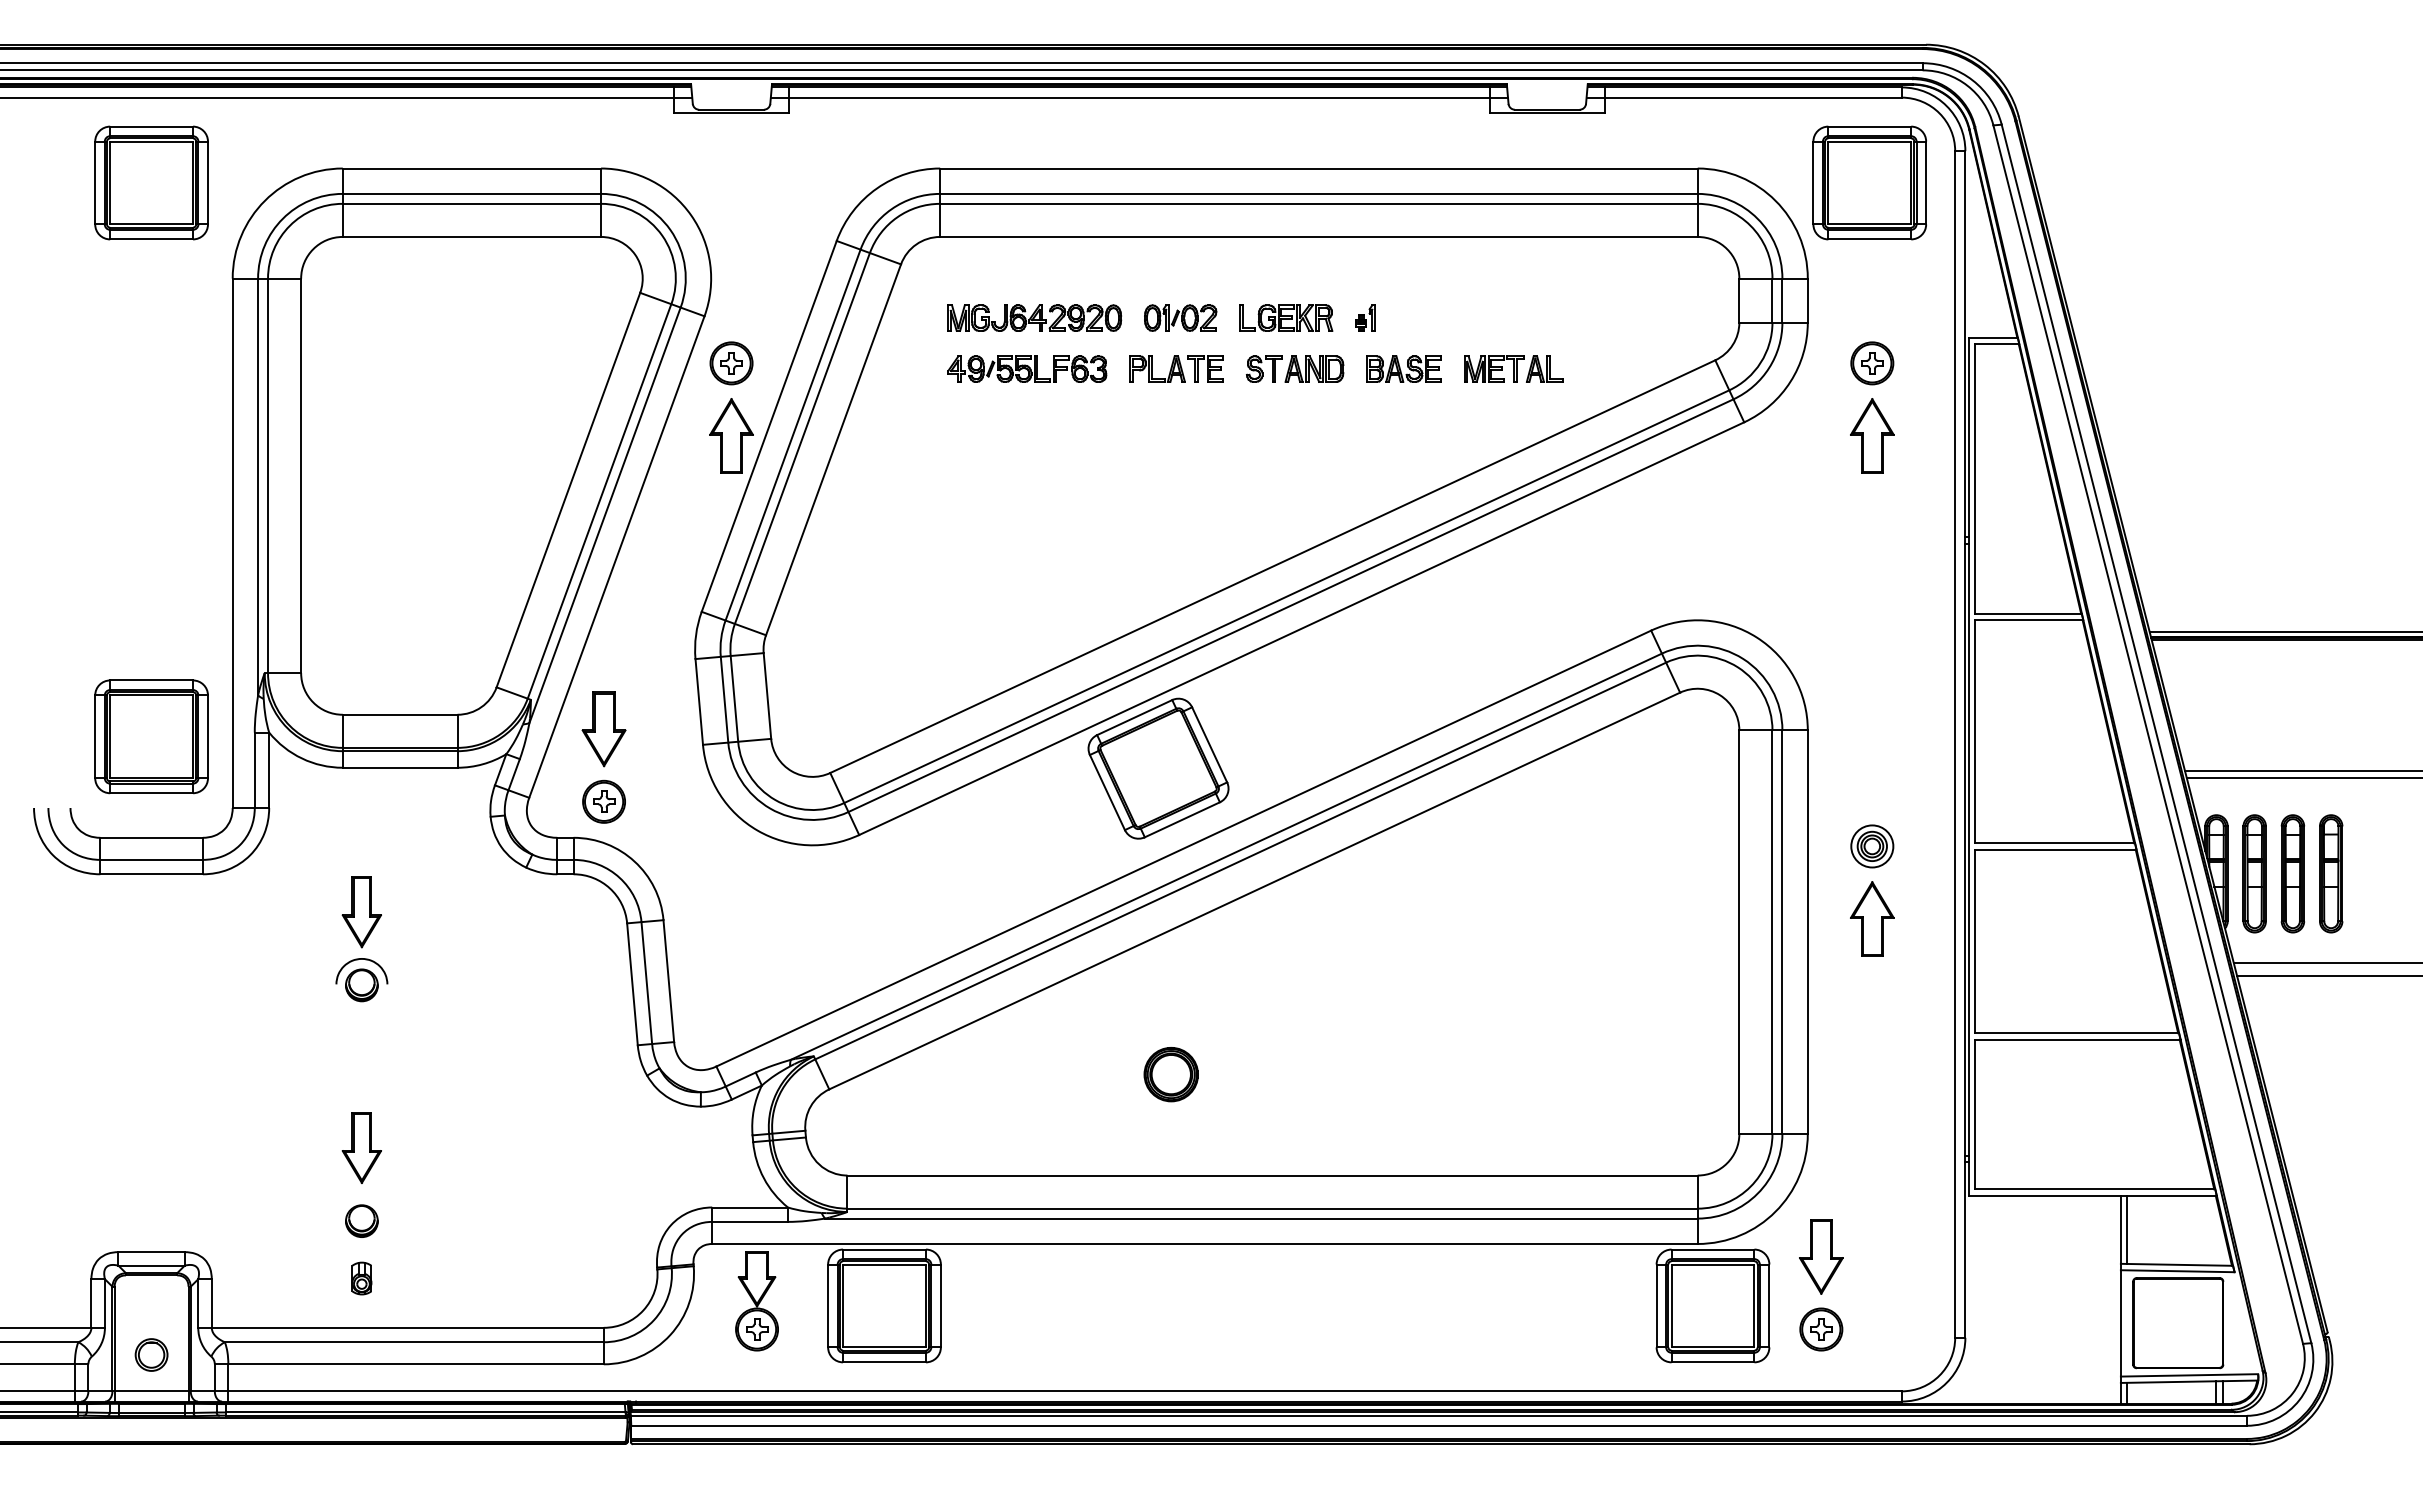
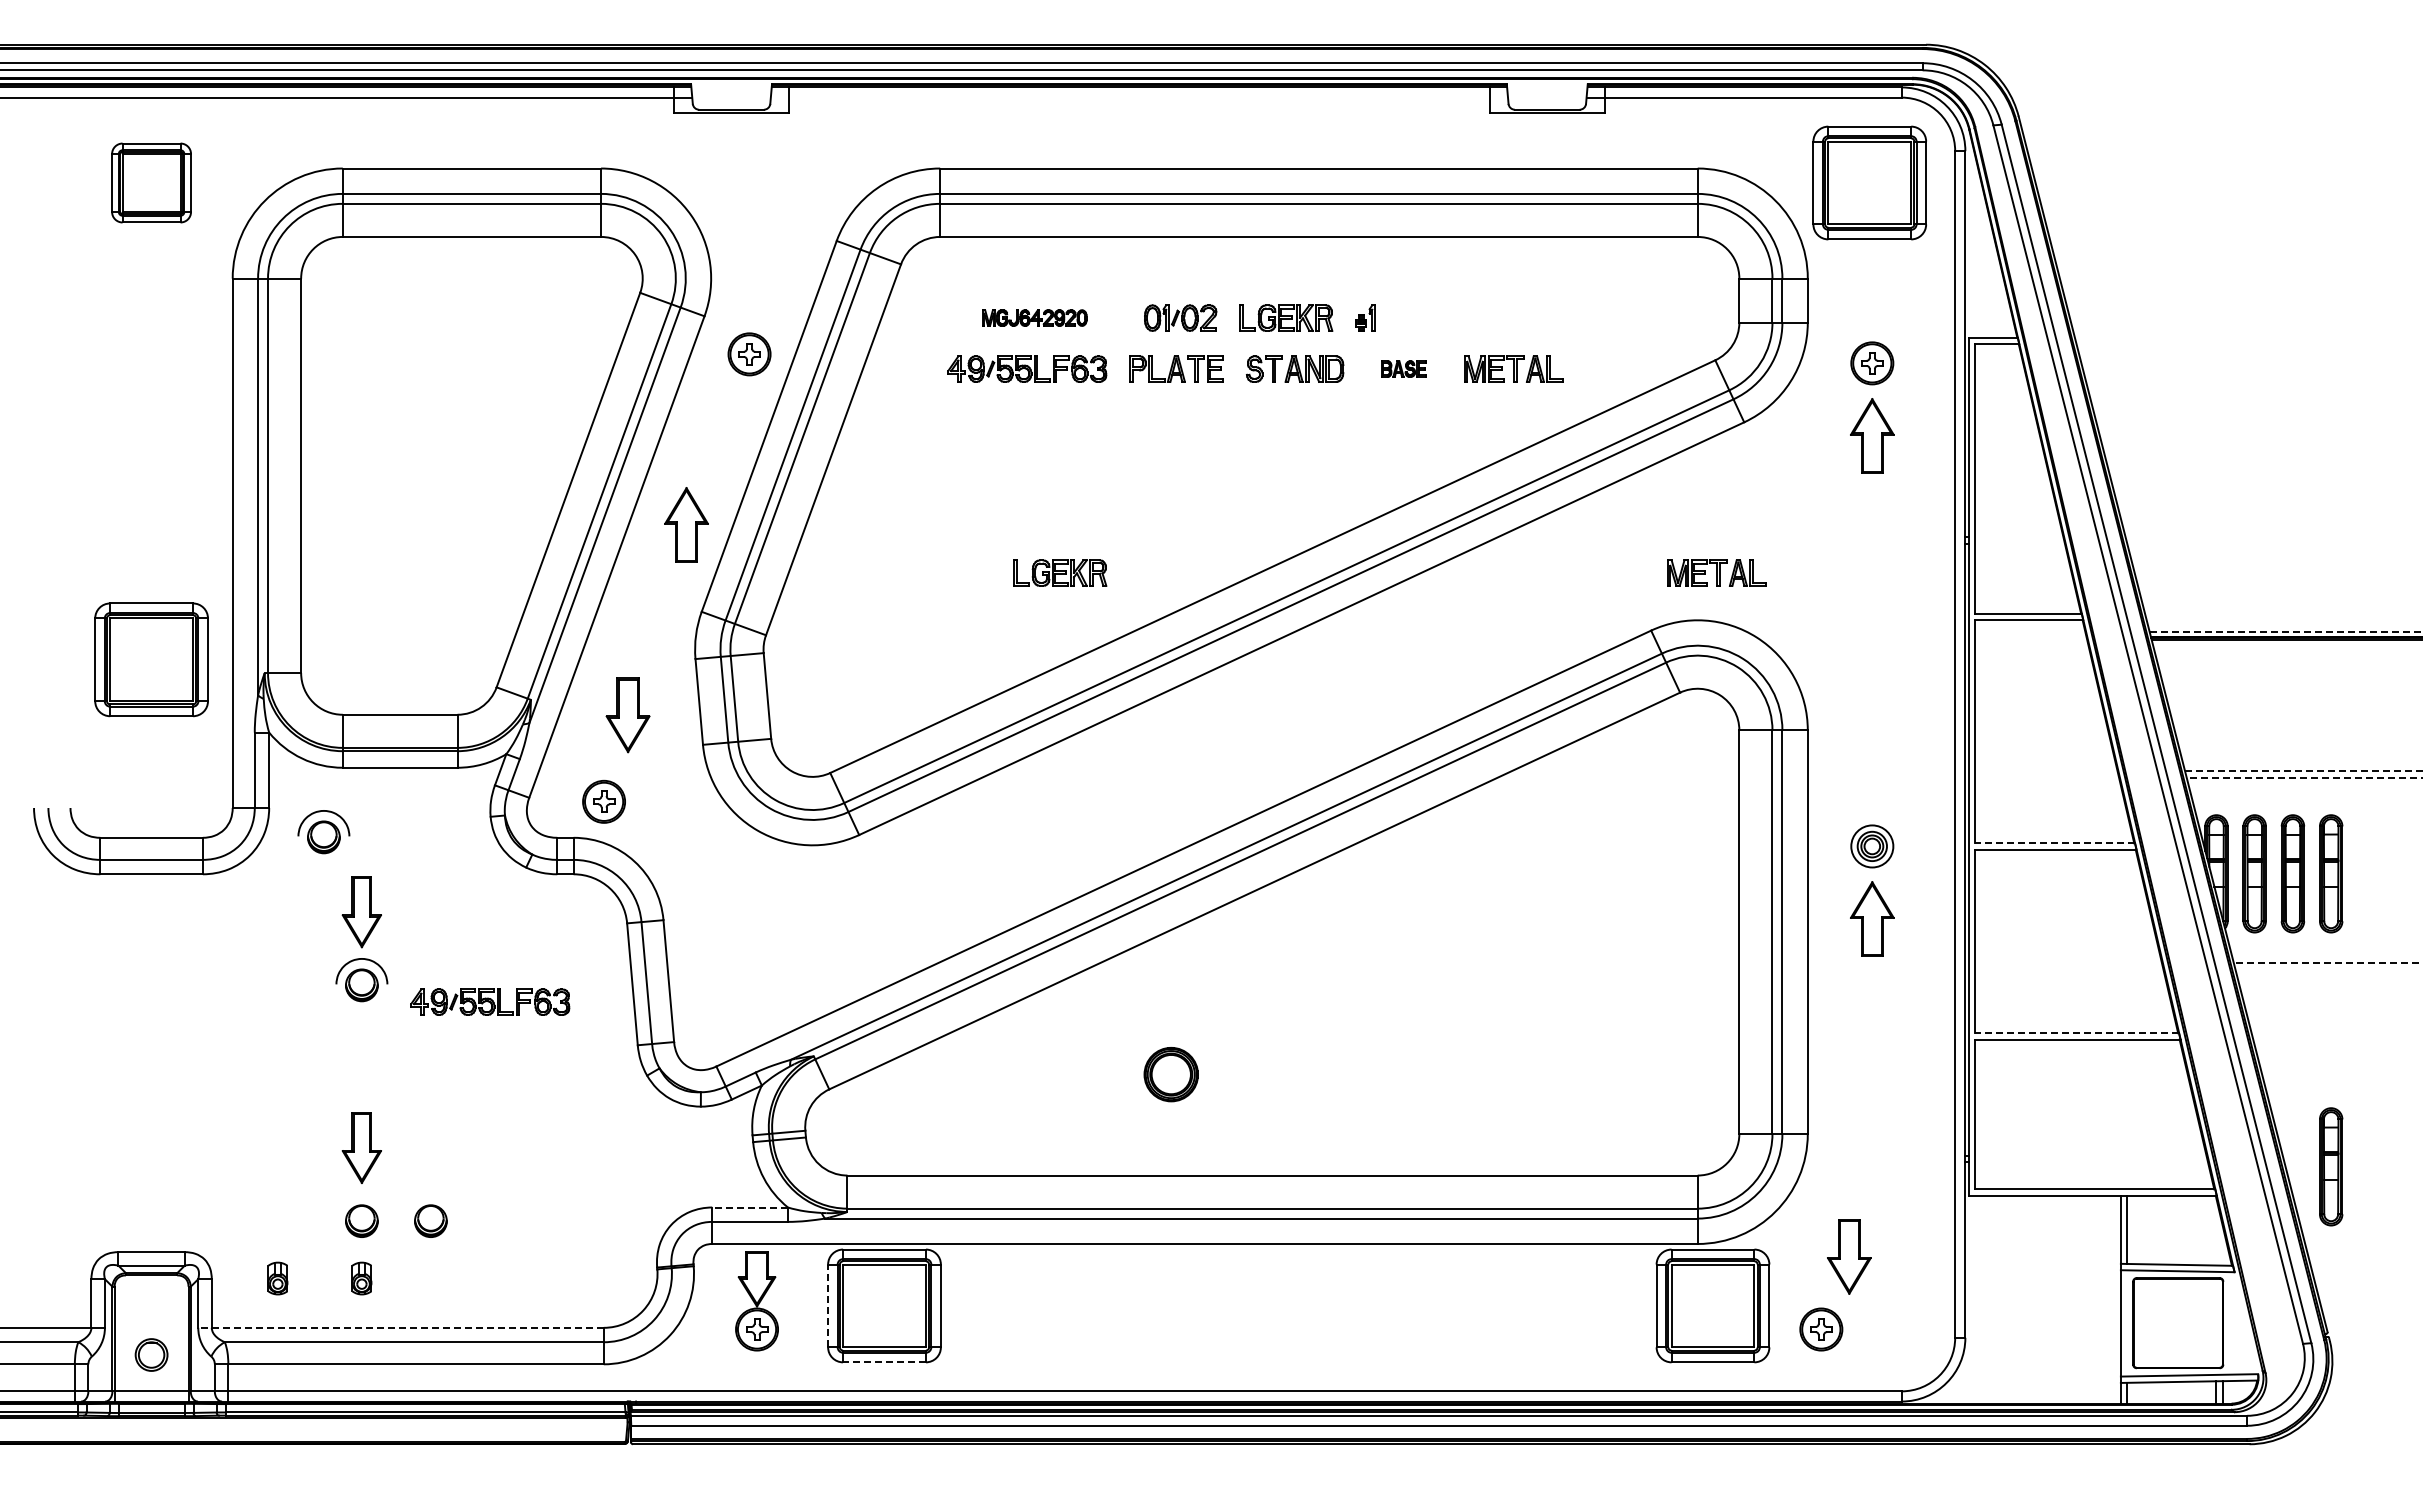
line at (1139, 97): present -> none
part at (151, 182) size: 115x116 px -> 81x82 px
part at (1034, 317) size: 176x28 px -> 106x18 px
part at (731, 363) position: (731, 363) -> (749, 354)
part at (1403, 368) size: 76x28 px -> 46x18 px
part at (731, 435) position: (731, 435) -> (686, 524)
part at (1060, 572): none -> present
part at (1716, 572): none -> present
line at (2286, 631): solid -> dashed
part at (603, 729) position: (603, 729) -> (627, 715)
part at (151, 736) position: (151, 736) -> (151, 659)
part at (1158, 768): present -> none
line at (2304, 771): solid -> dashed
line at (2304, 777): solid -> dashed
part at (323, 832): none -> present
line at (2054, 843): solid -> dashed
line at (2327, 963): solid -> dashed
line at (2328, 975): present -> none
part at (490, 1001): none -> present
line at (2076, 1033): solid -> dashed
part at (2331, 1166): none -> present
line at (750, 1207): solid -> dashed
part at (430, 1220): none -> present
part at (1821, 1256) position: (1821, 1256) -> (1849, 1256)
part at (277, 1278): none -> present
line at (828, 1305): solid -> dashed
line at (401, 1327): solid -> dashed
line at (884, 1362): solid -> dashed
